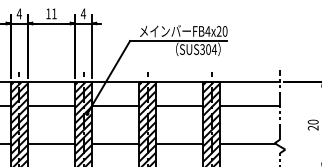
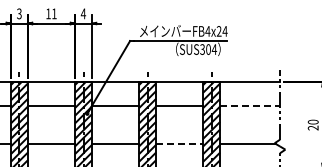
text at (18, 13): 4 -> 3
text at (224, 31): FB4x20 -> FB4x24
line at (250, 105): solid -> dashed
line at (180, 144): solid -> dashed
